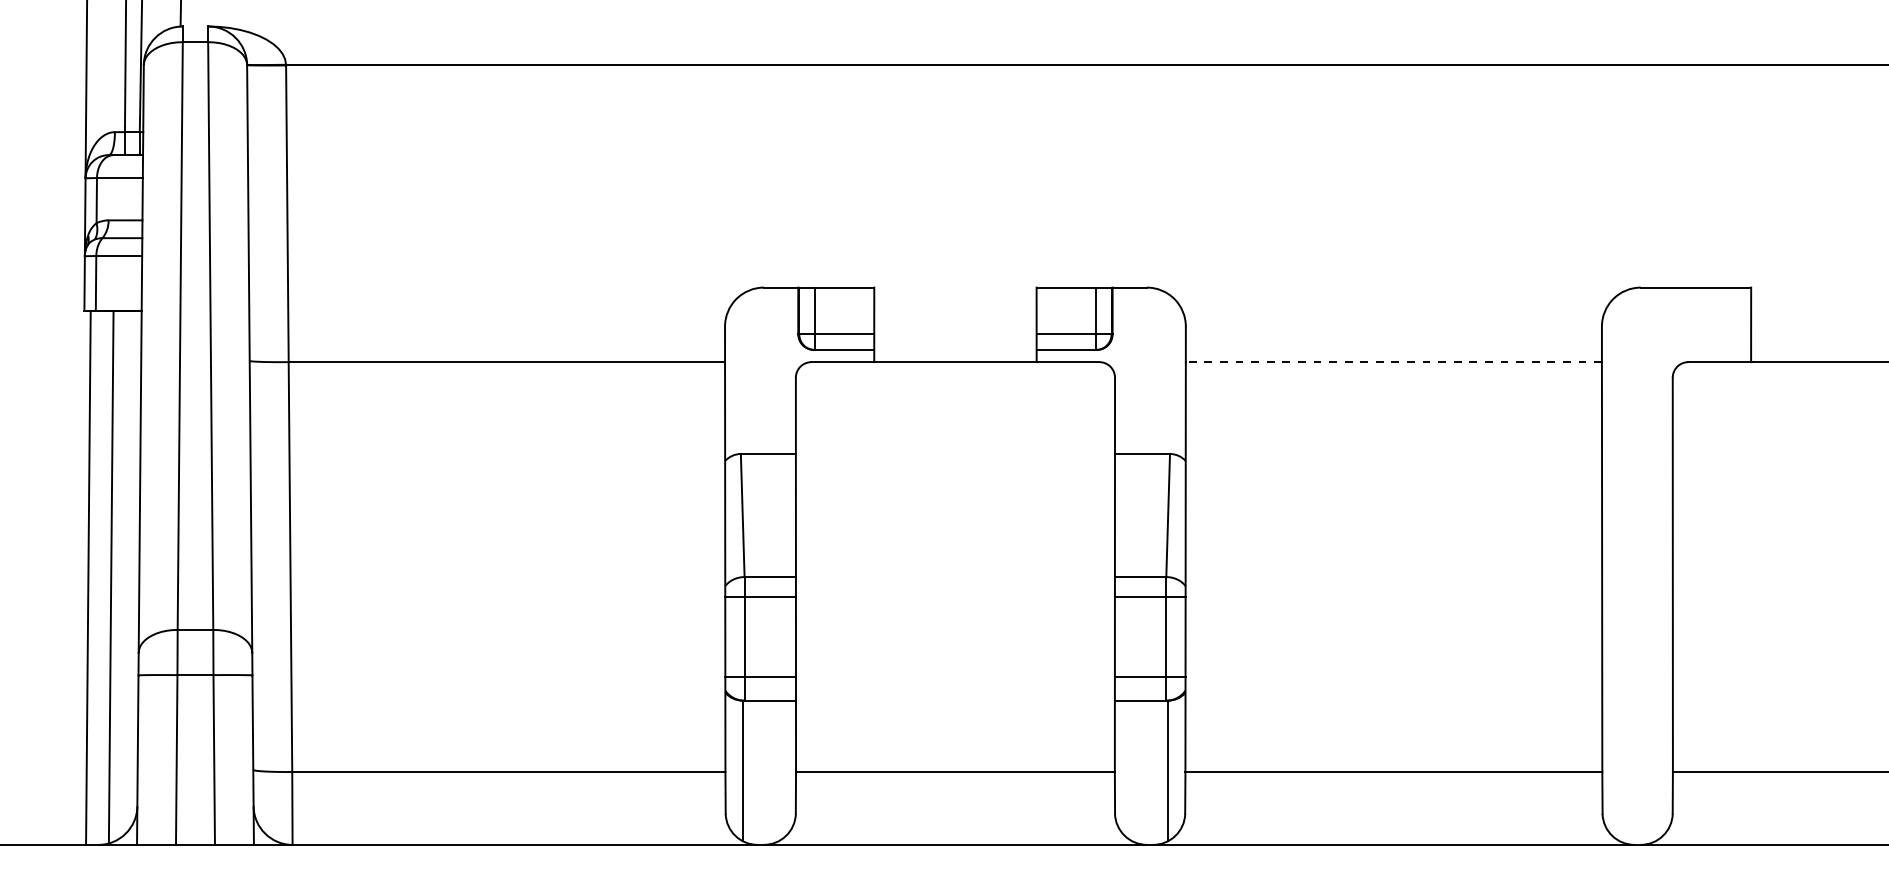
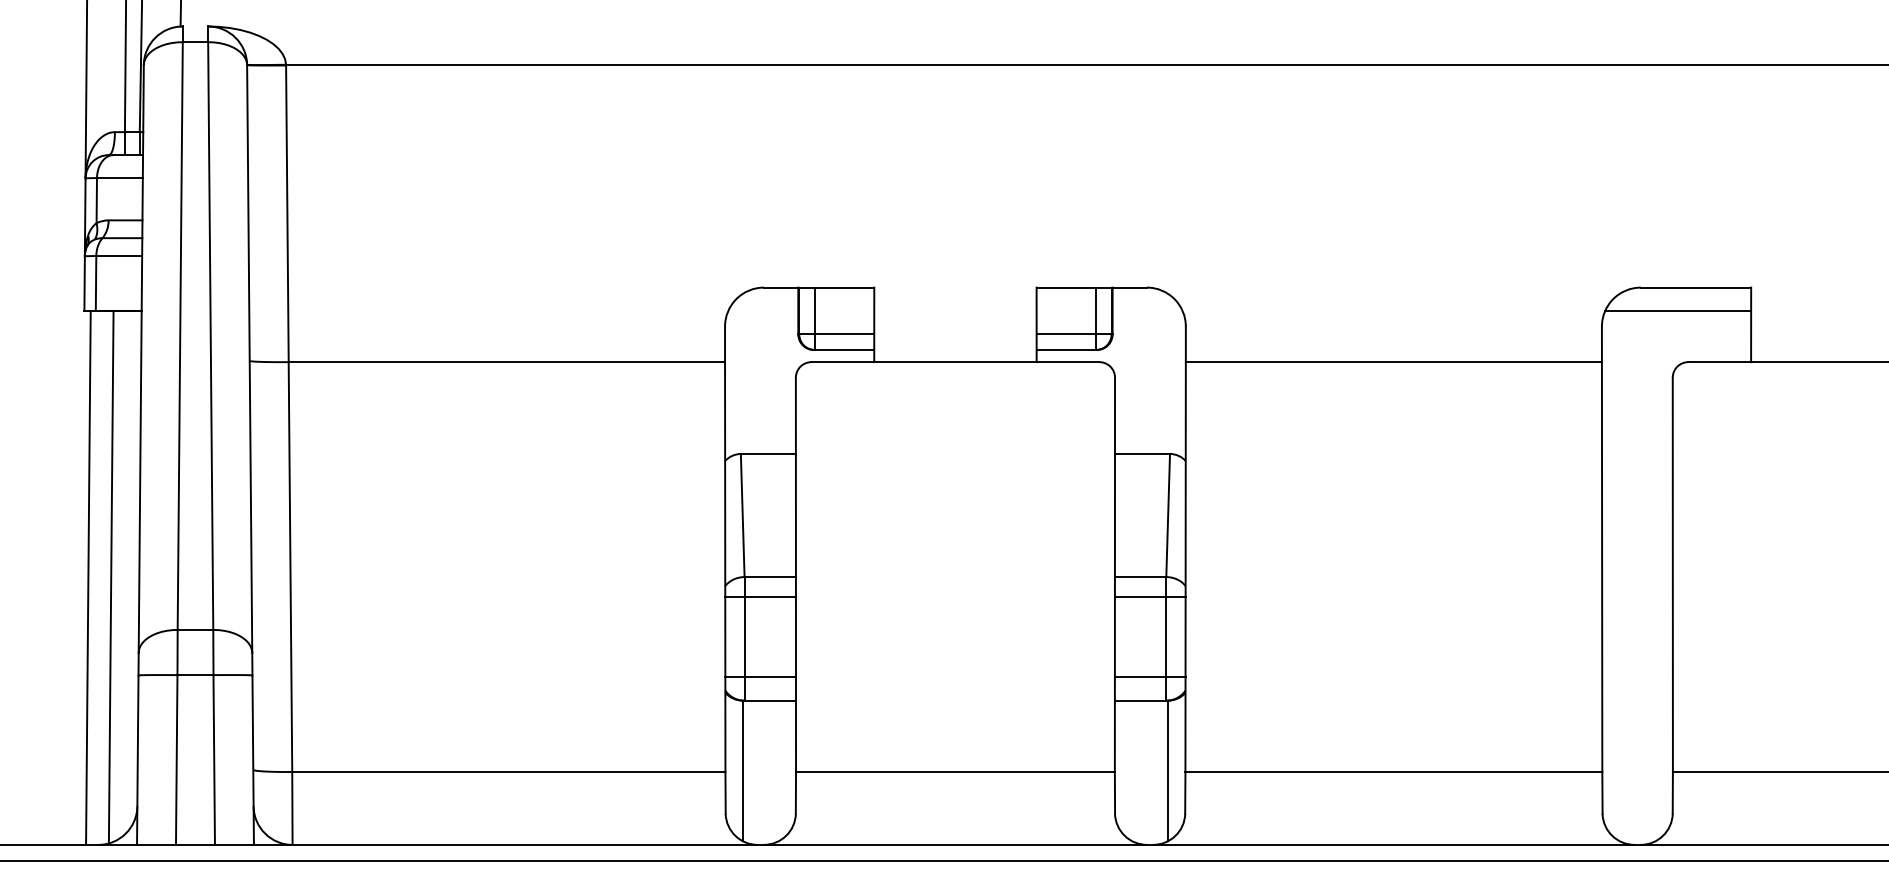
line at (1678, 310): none -> present
line at (1393, 362): dashed -> solid
line at (943, 860): none -> present
